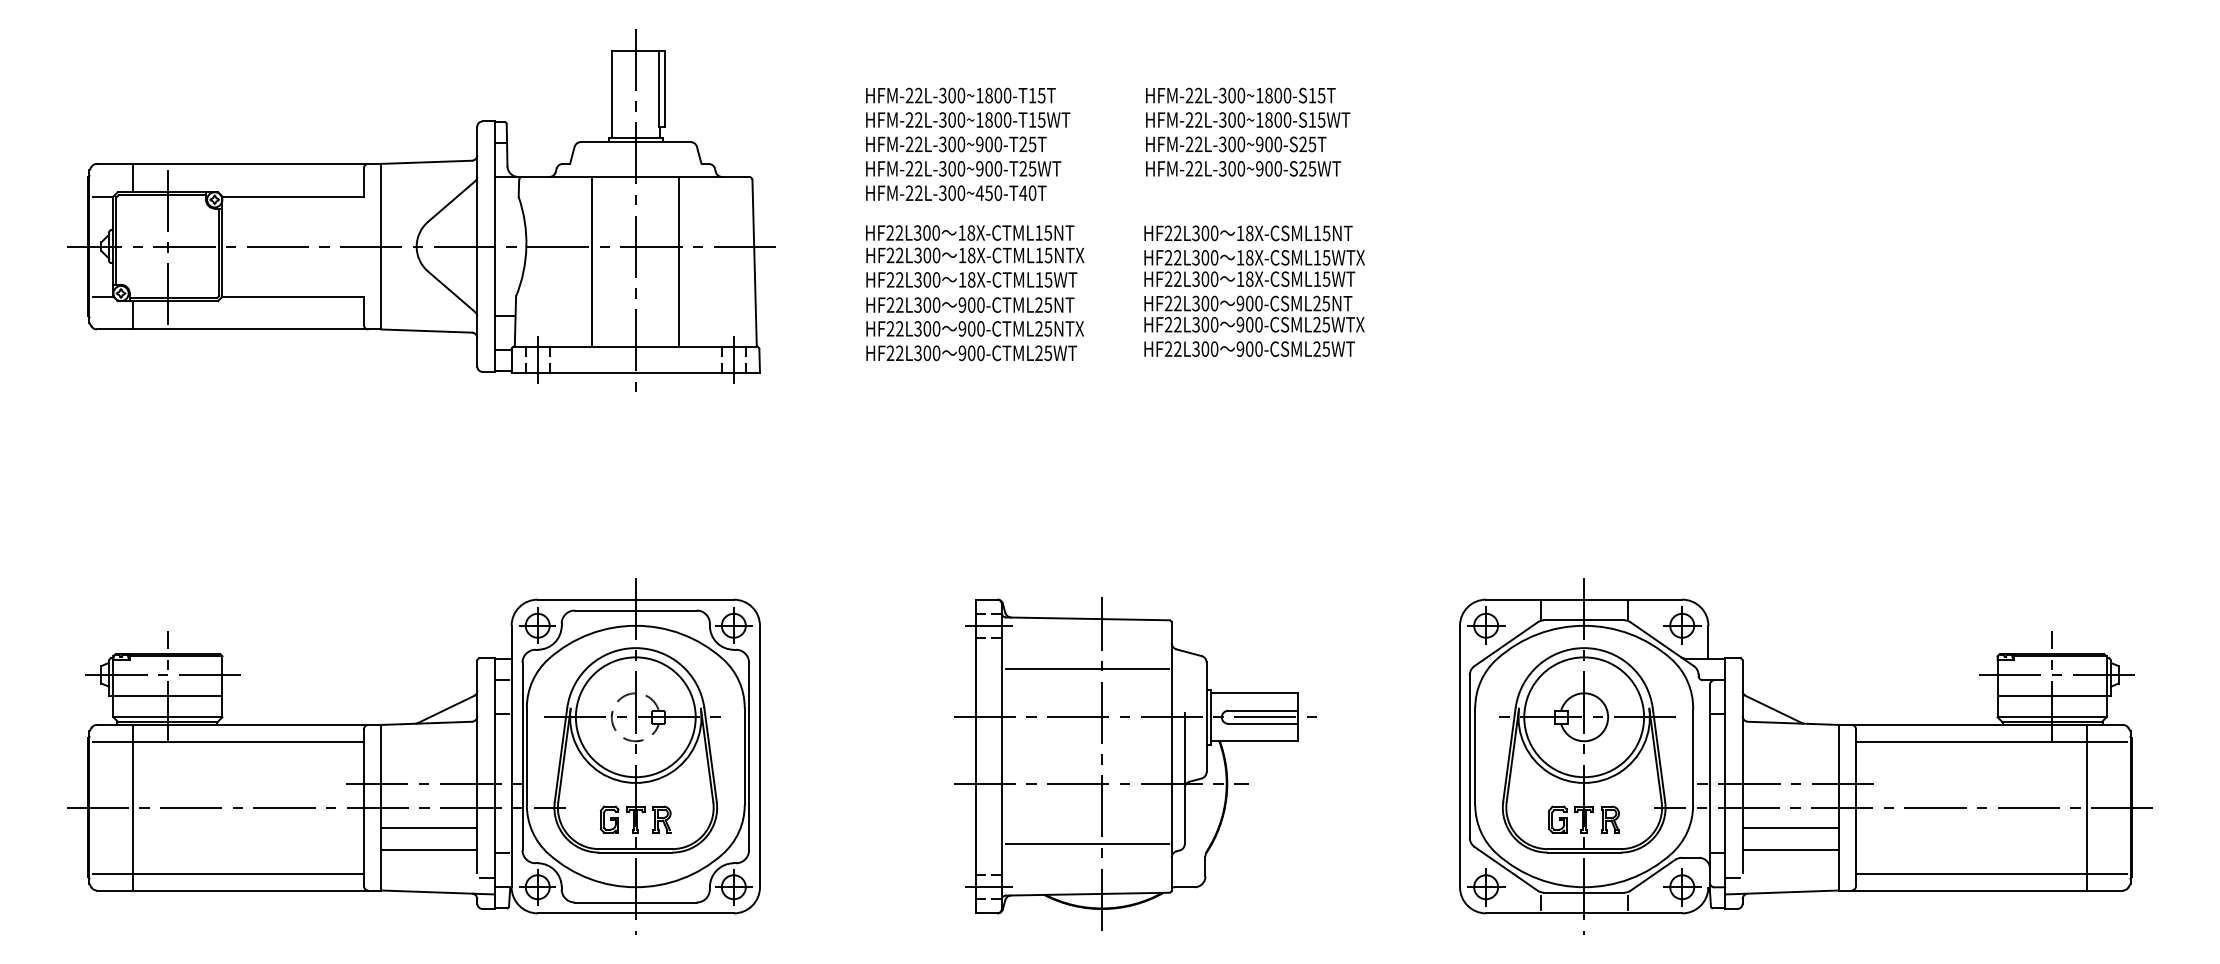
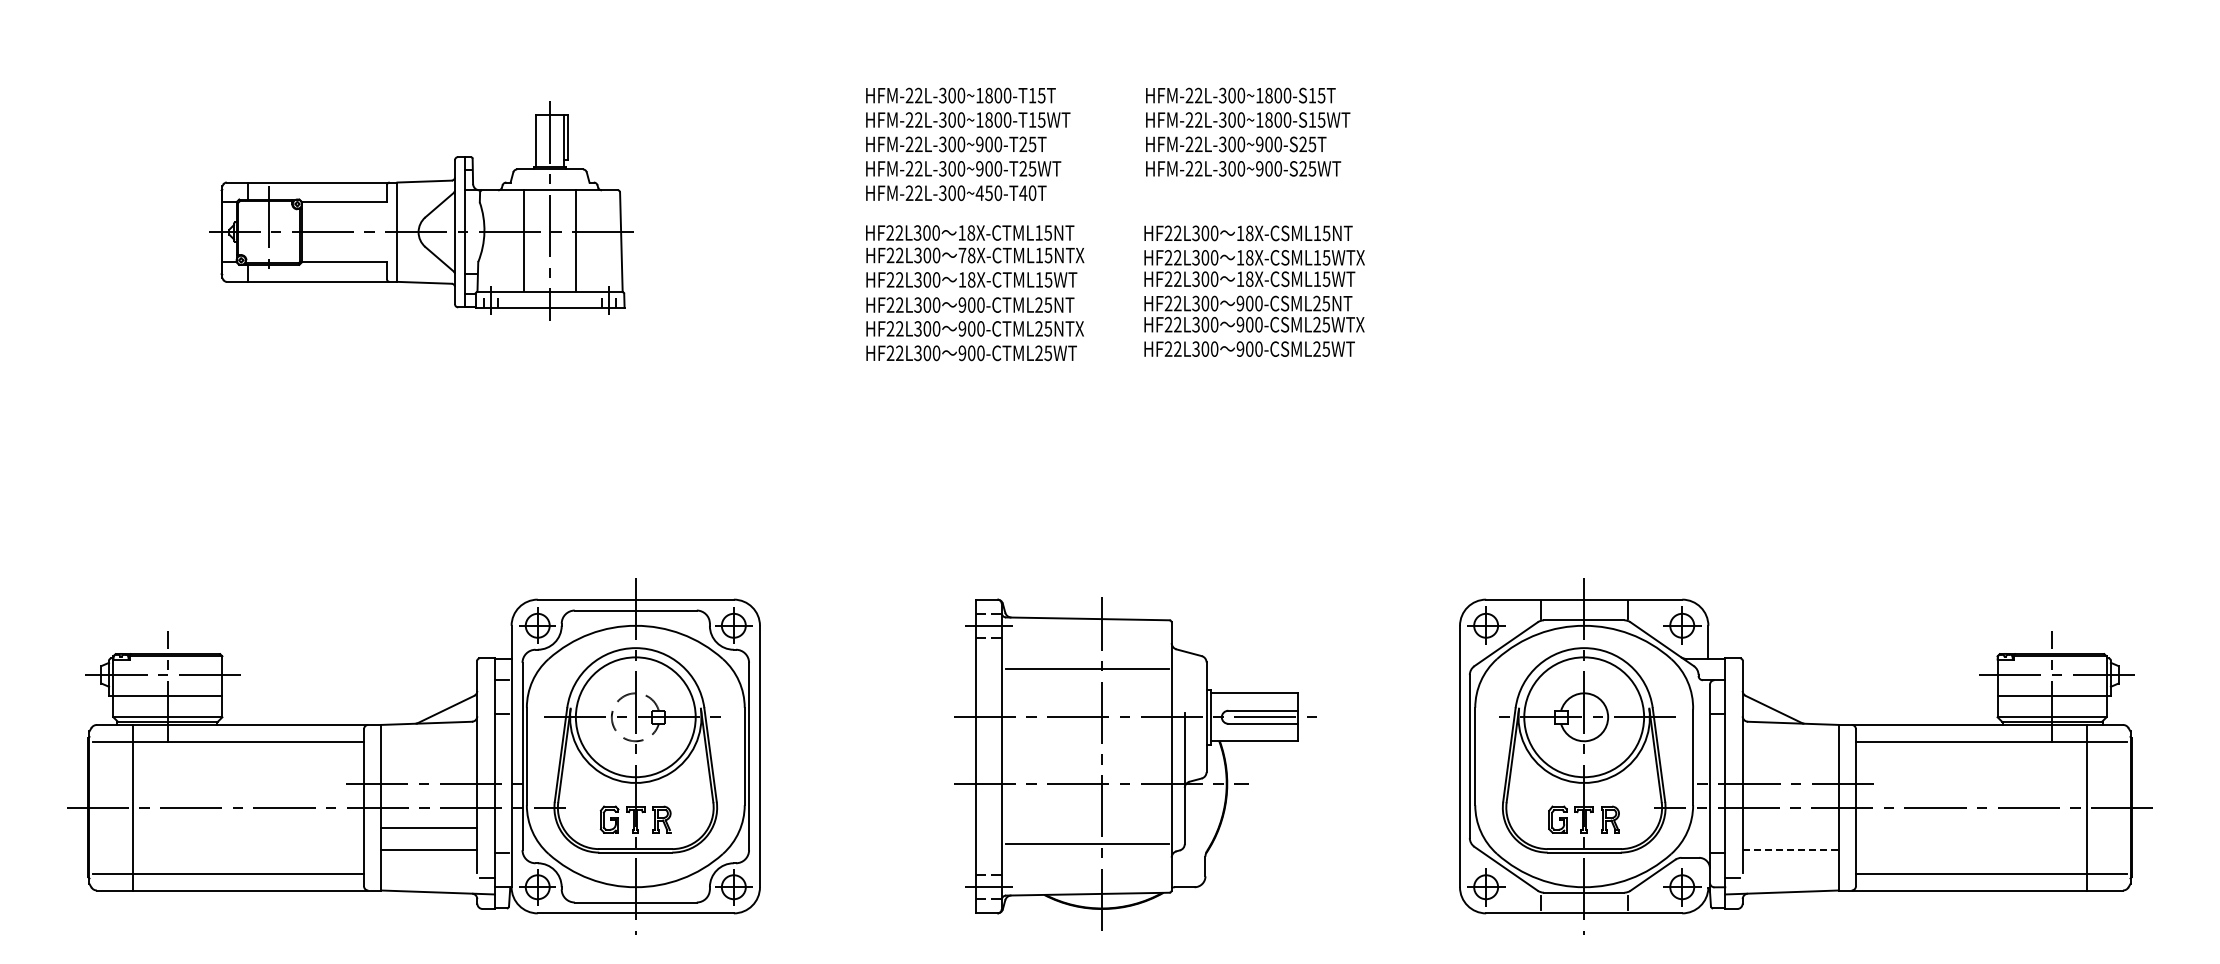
part at (421, 210) size: 709x363 px -> 425x220 px
text at (962, 255): 18X-CTML15NTX -> 78X-CTML15NTX
line at (1790, 828): present -> none
line at (1790, 850): solid -> dashed
